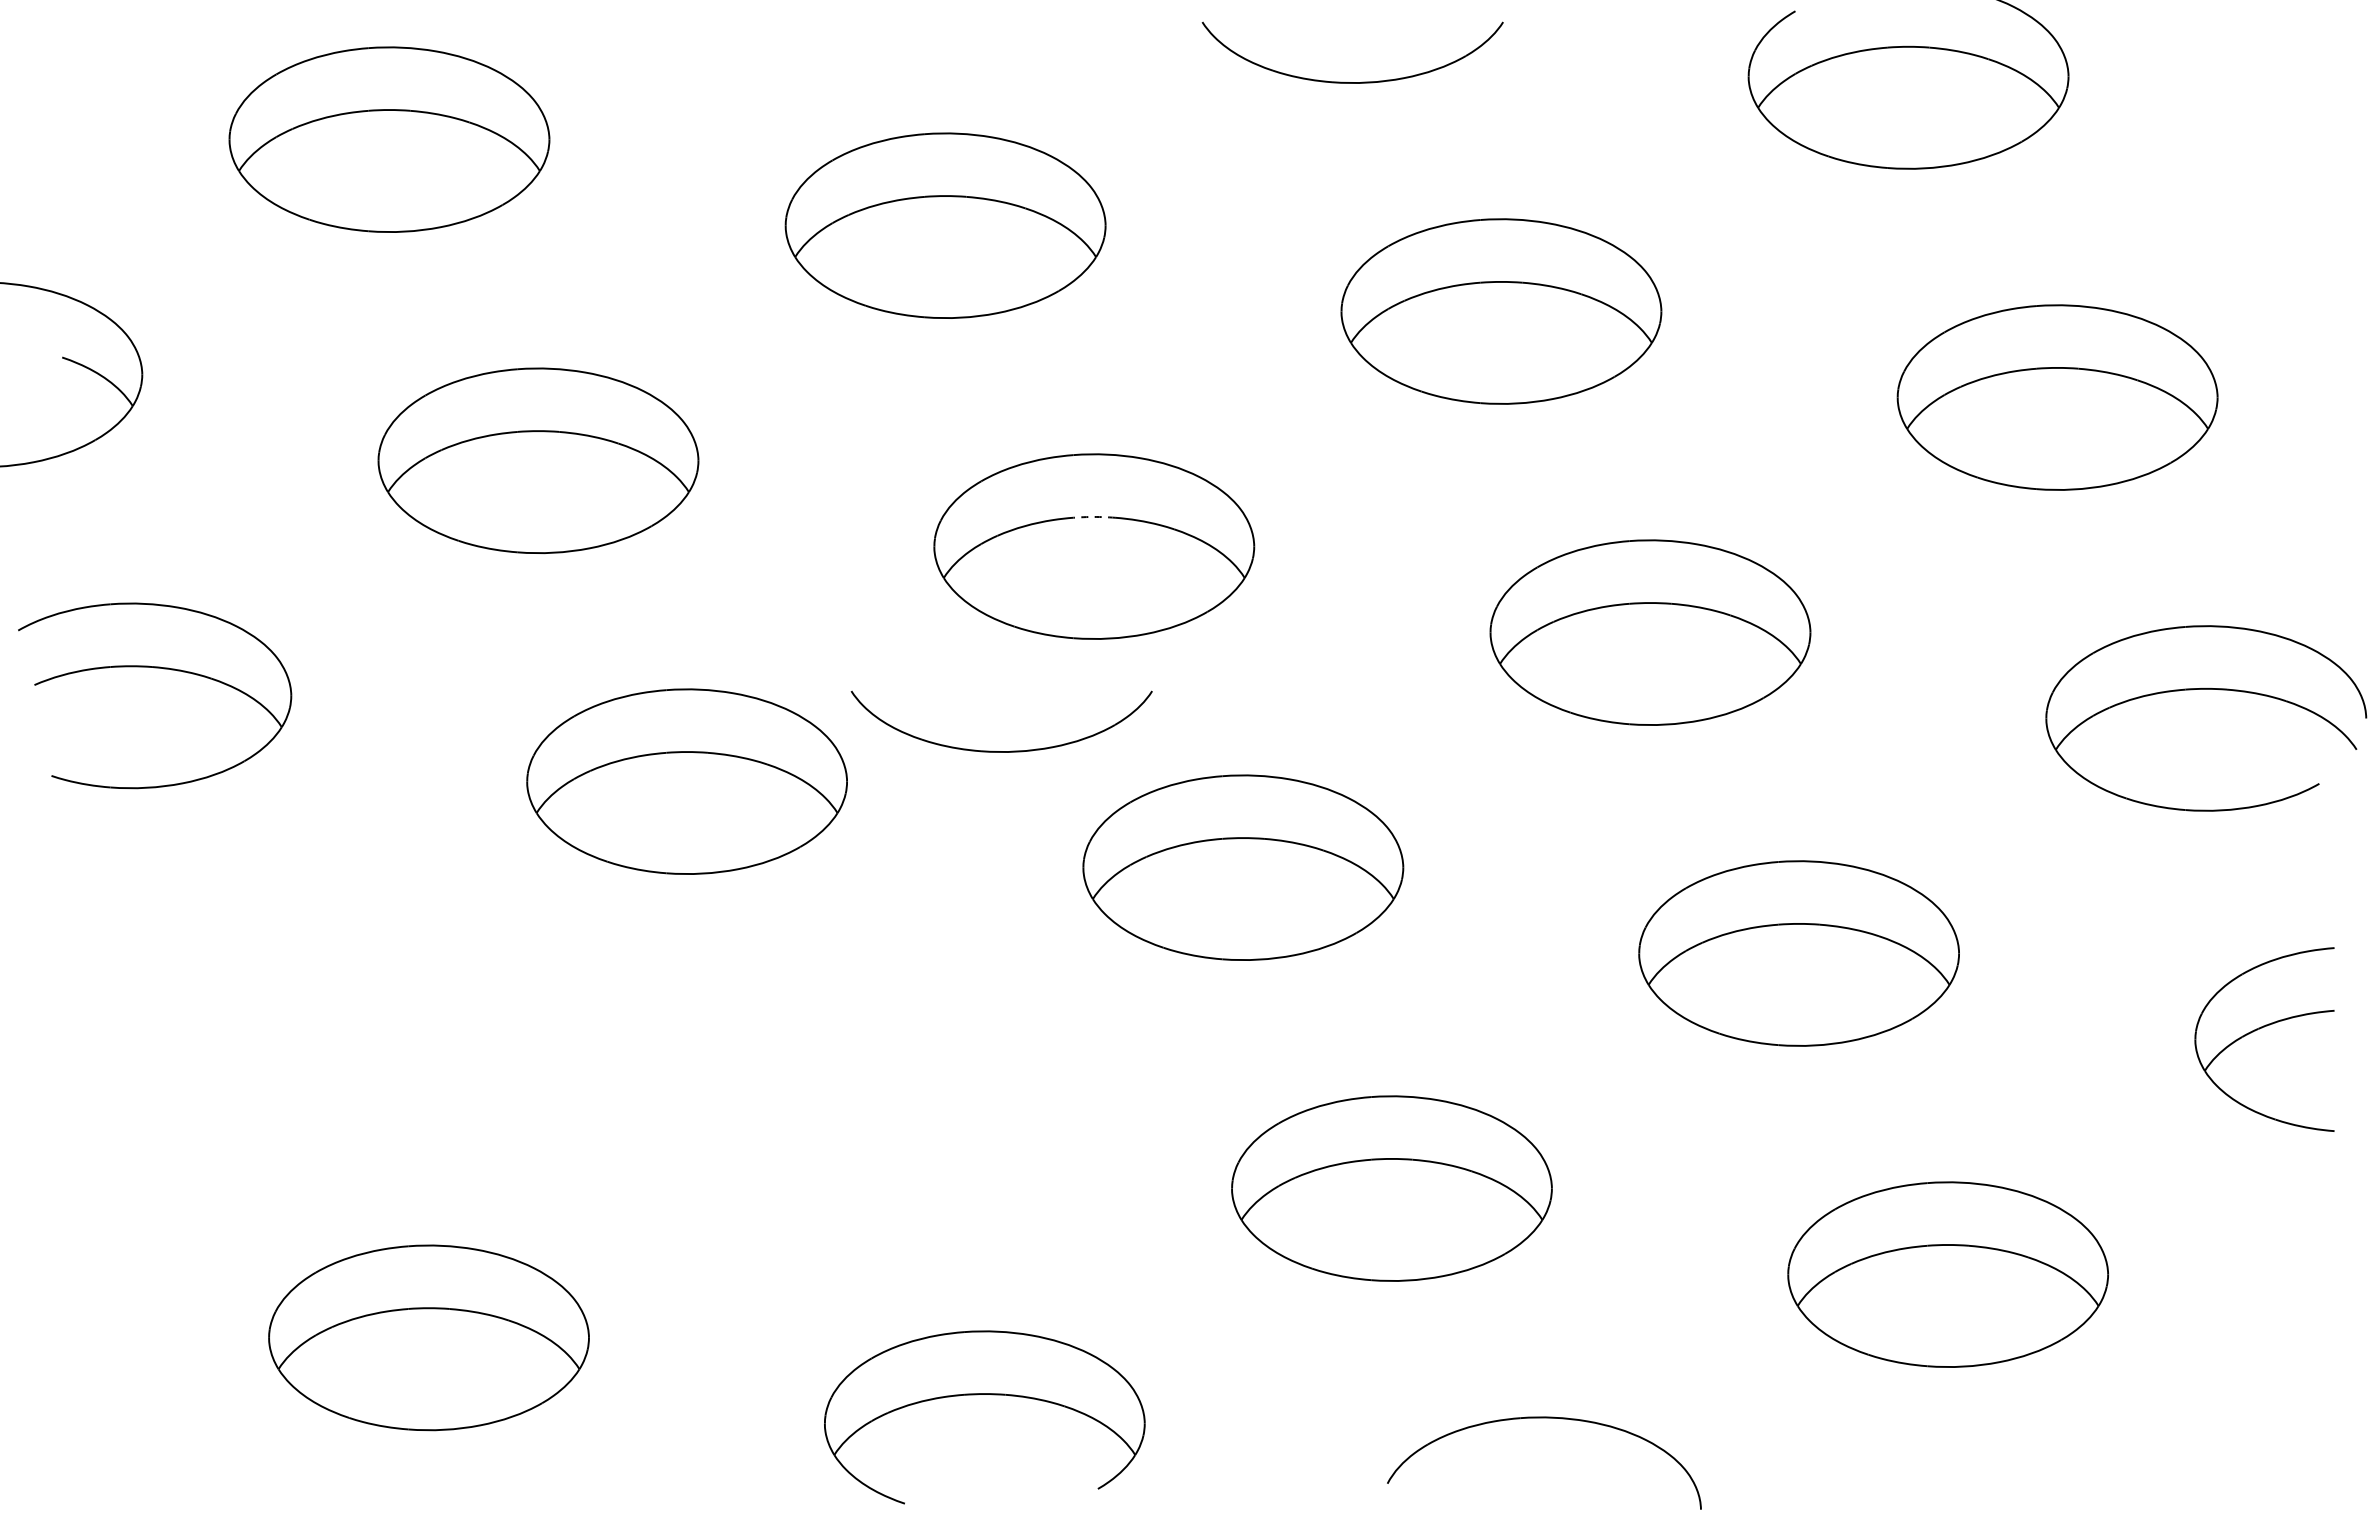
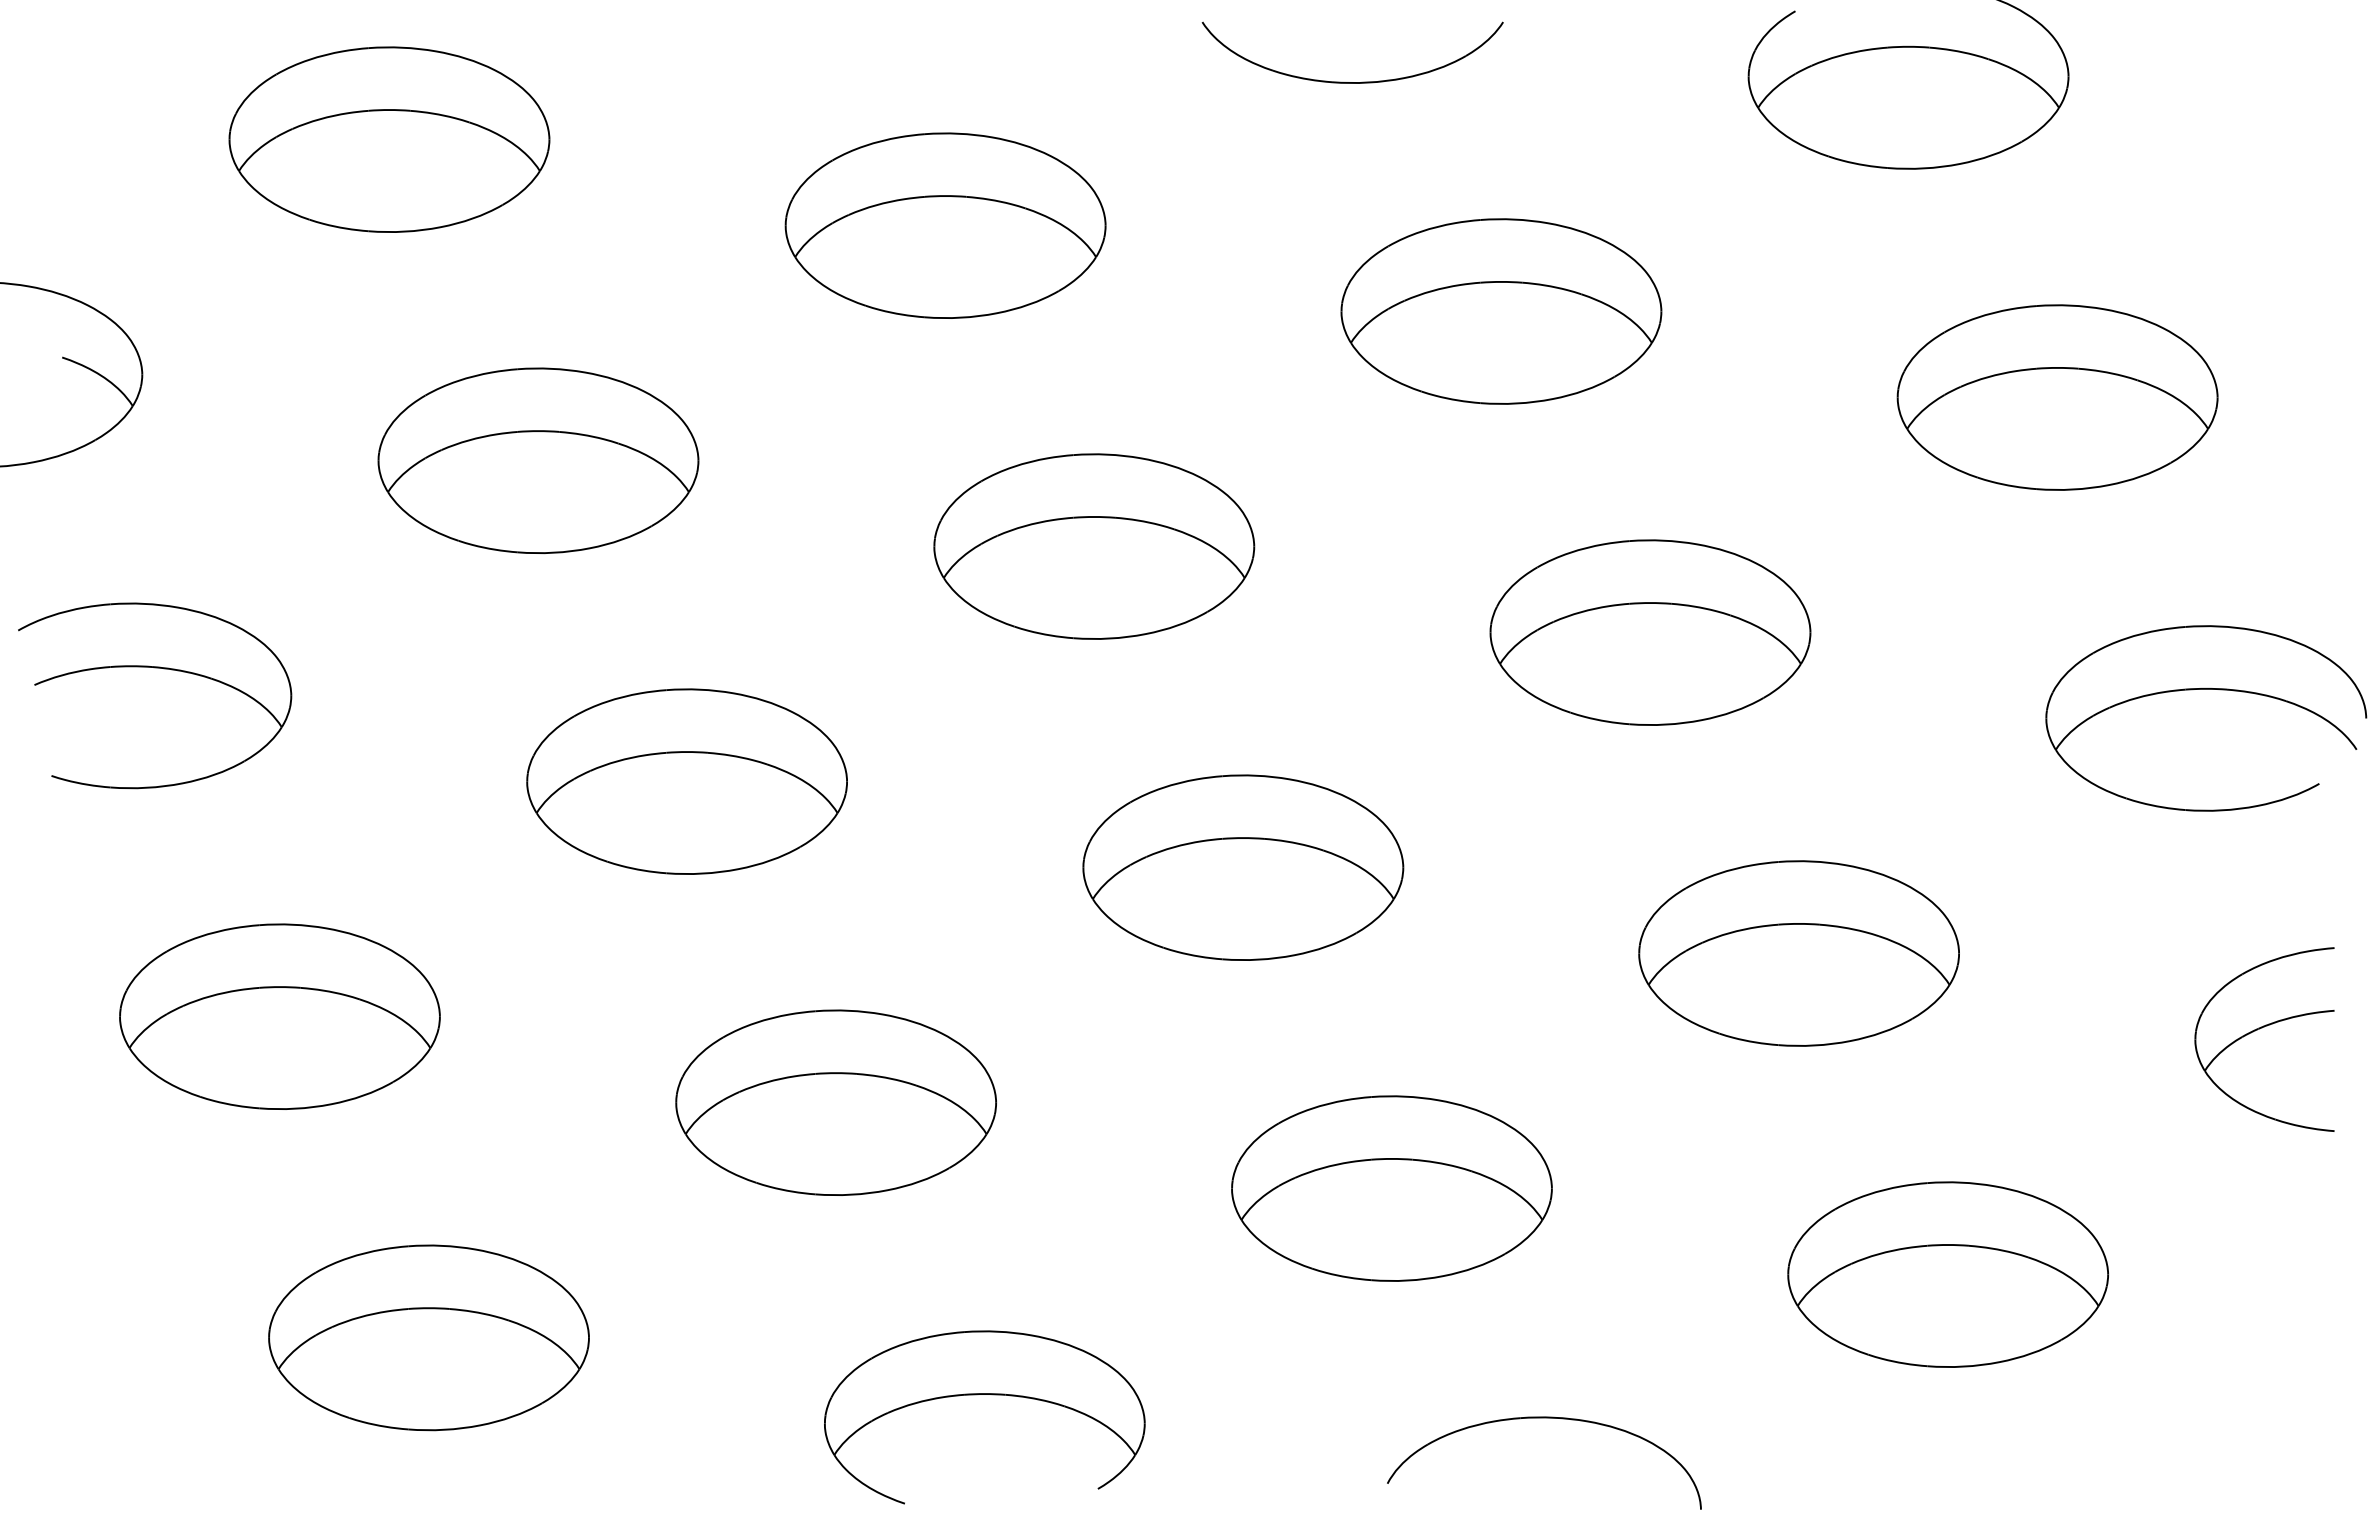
arc at (1094, 516): dashed -> solid
part at (1001, 751): present -> none
part at (279, 1016): none -> present
part at (835, 1102): none -> present
